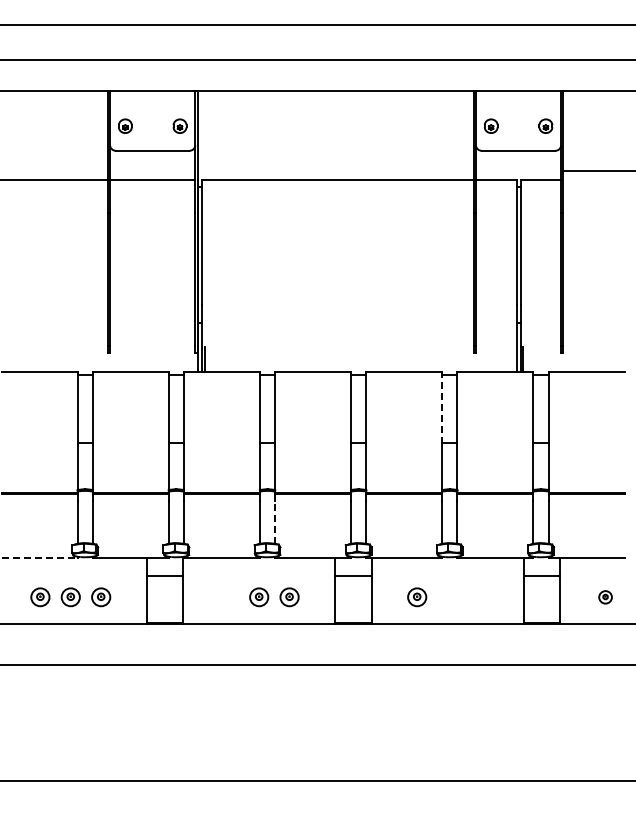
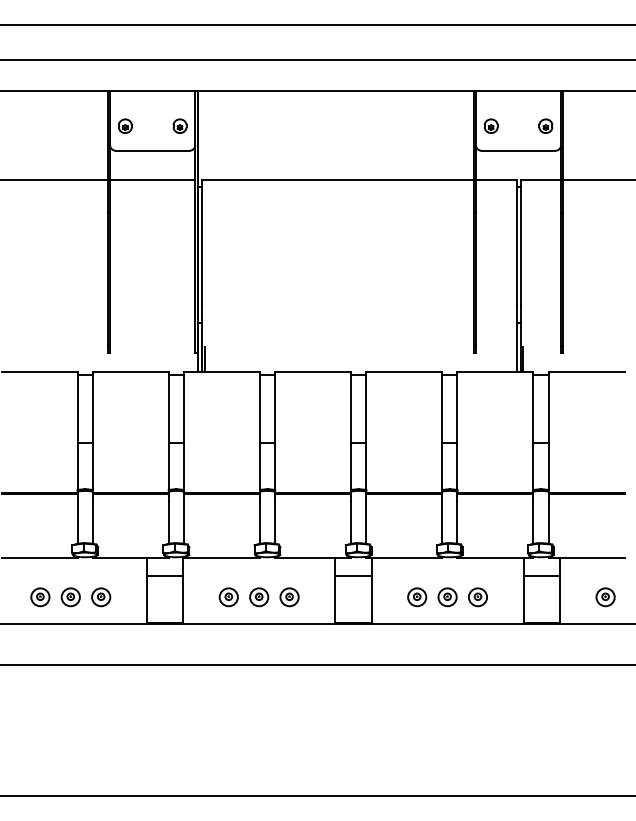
line at (597, 170) position: (597, 170) -> (597, 179)
line at (442, 408): dashed -> solid
line at (275, 521): dashed -> solid
line at (39, 557): dashed -> solid
part at (228, 597): none -> present
part at (447, 597): none -> present
part at (477, 597): none -> present
part at (605, 597) size: 15x15 px -> 21x21 px
line at (317, 781) position: (317, 781) -> (317, 796)
